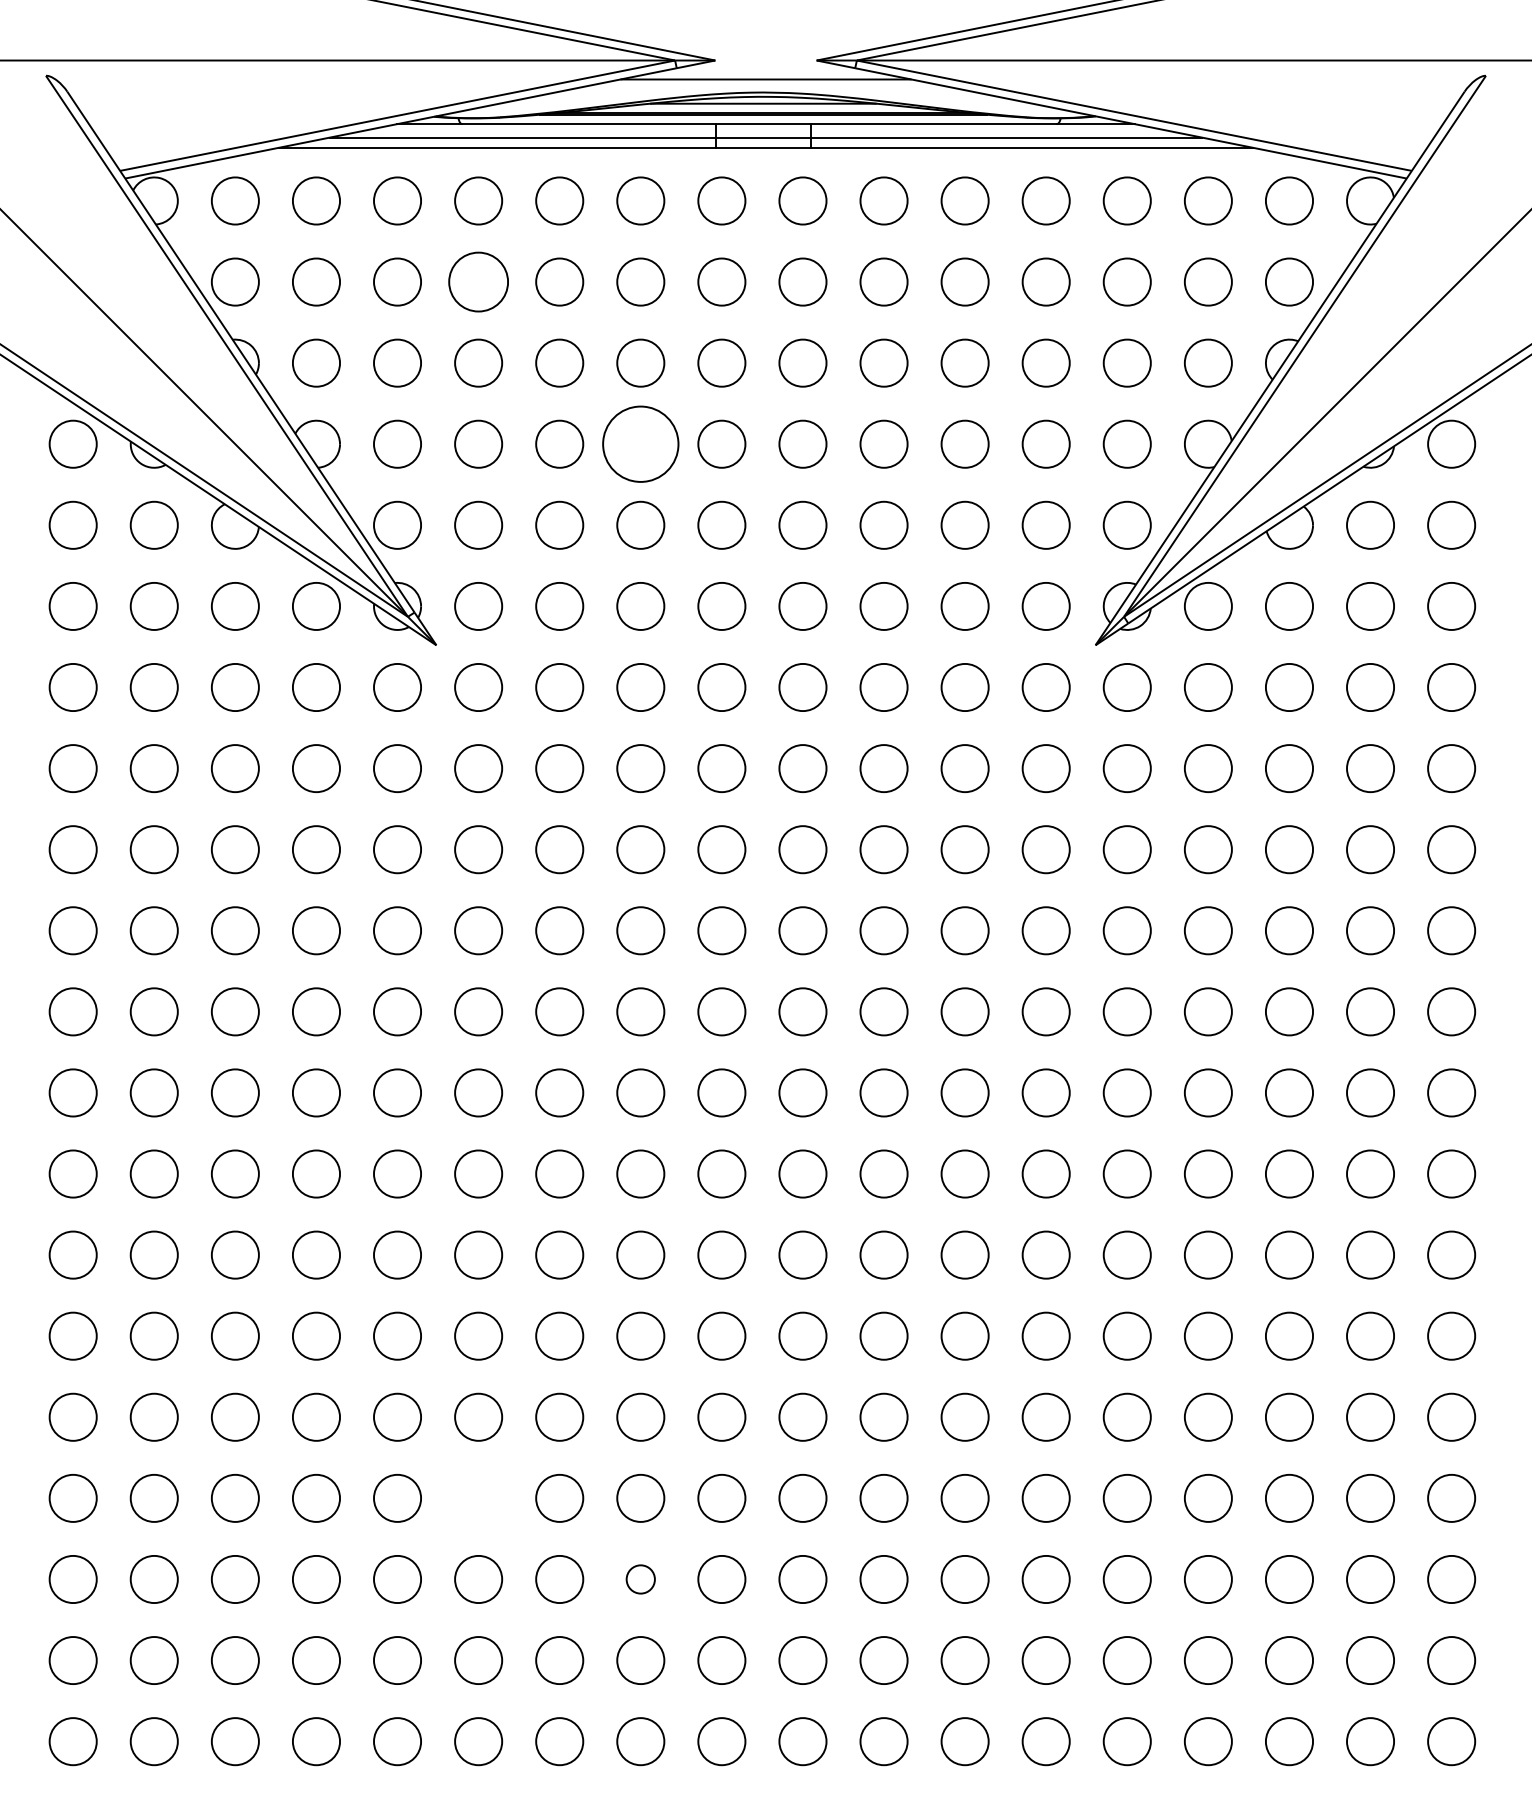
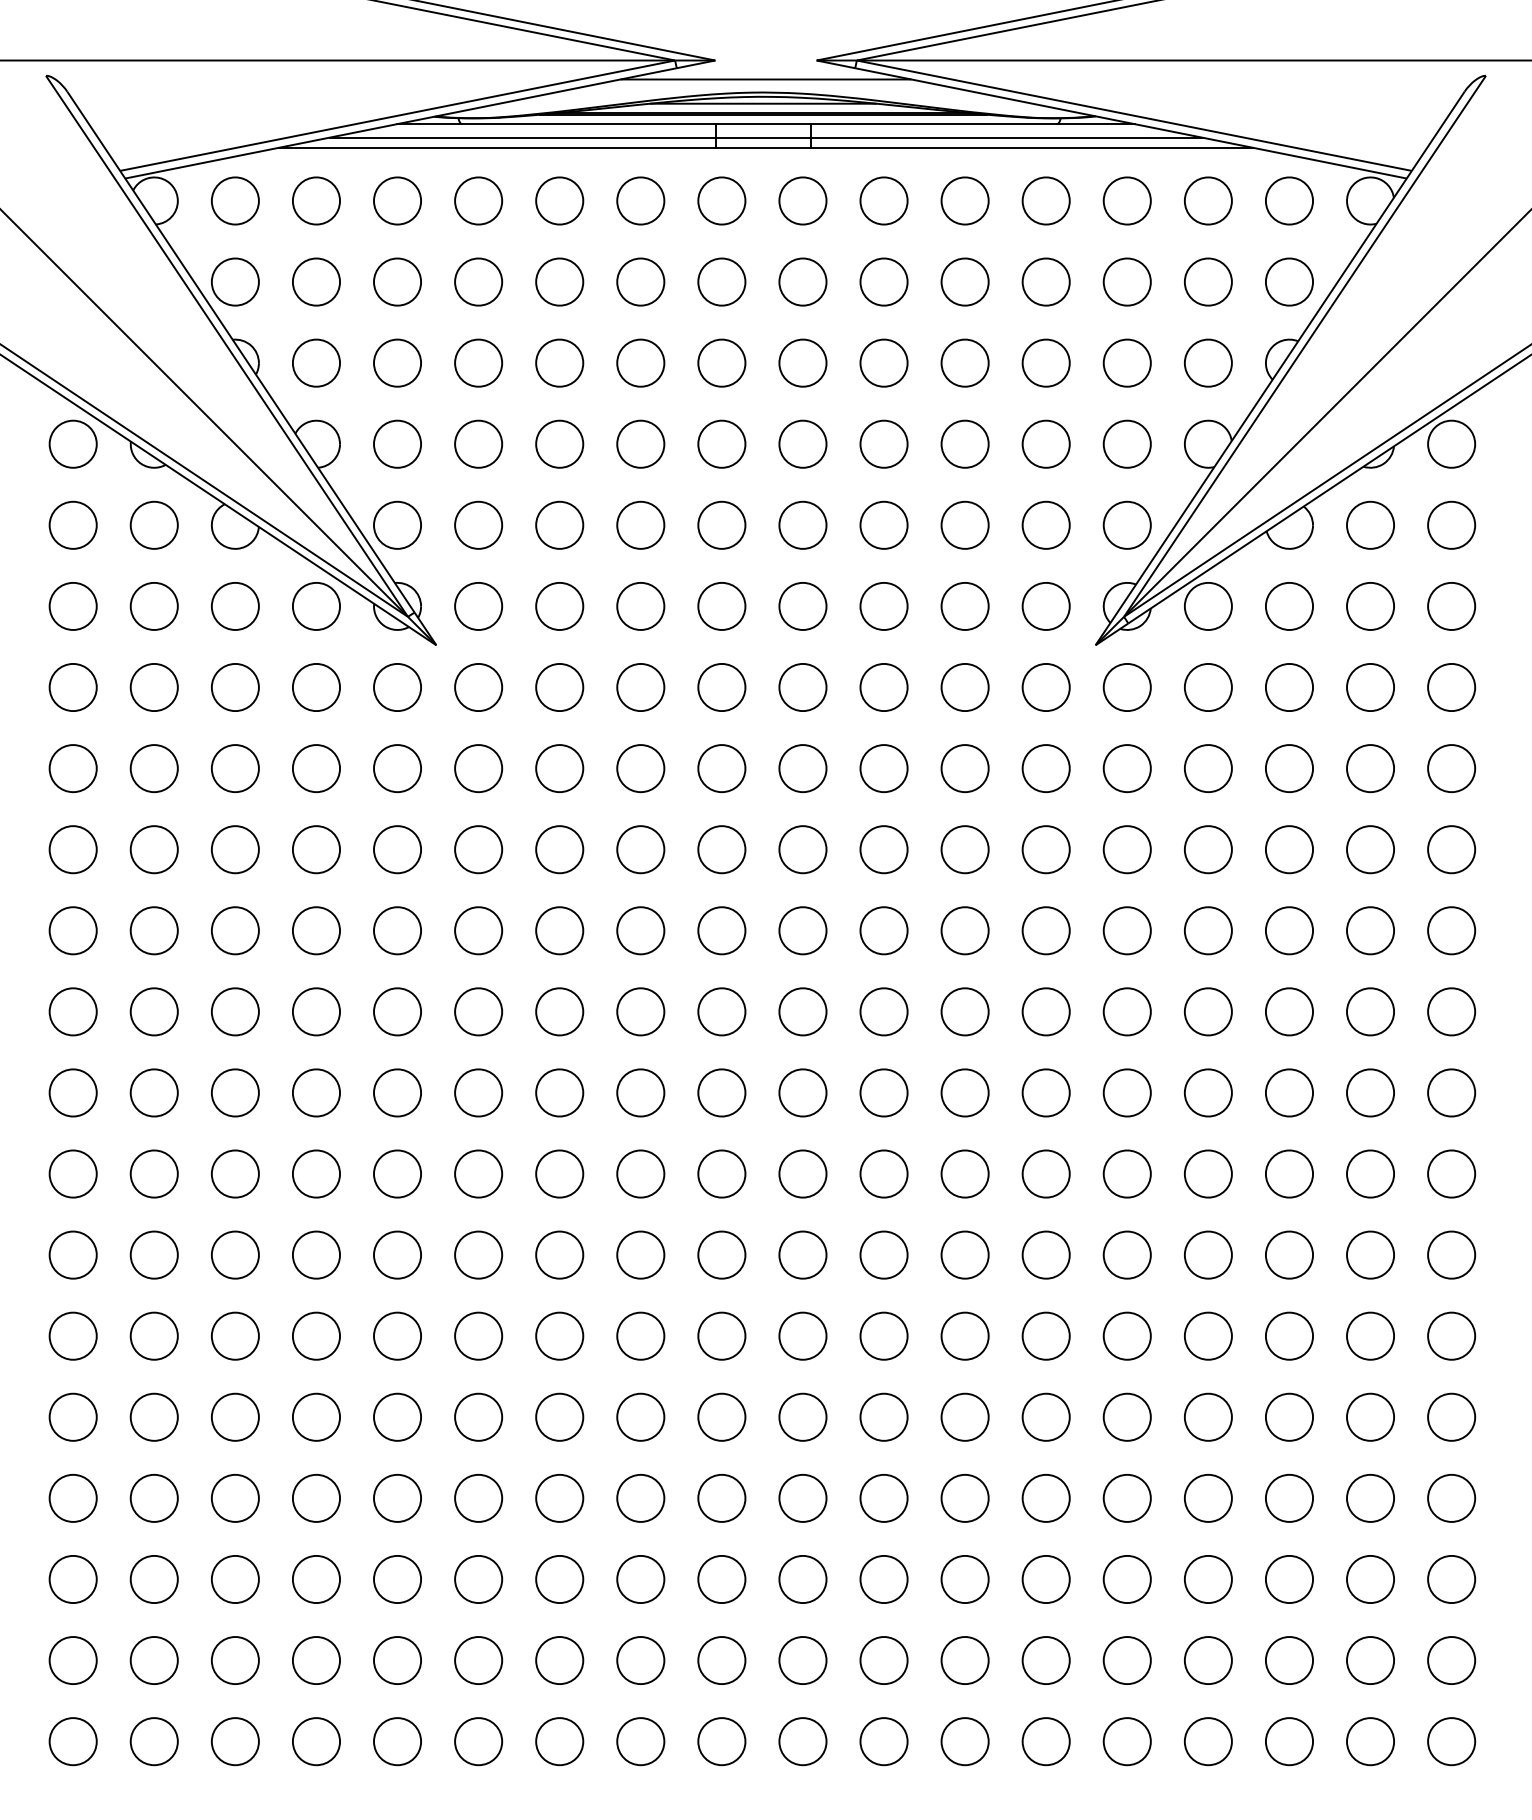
circle at (478, 281) diameter: 59 px -> 47 px
circle at (640, 443) diameter: 75 px -> 47 px
circle at (478, 1498): none -> present
circle at (640, 1579) diameter: 28 px -> 47 px
